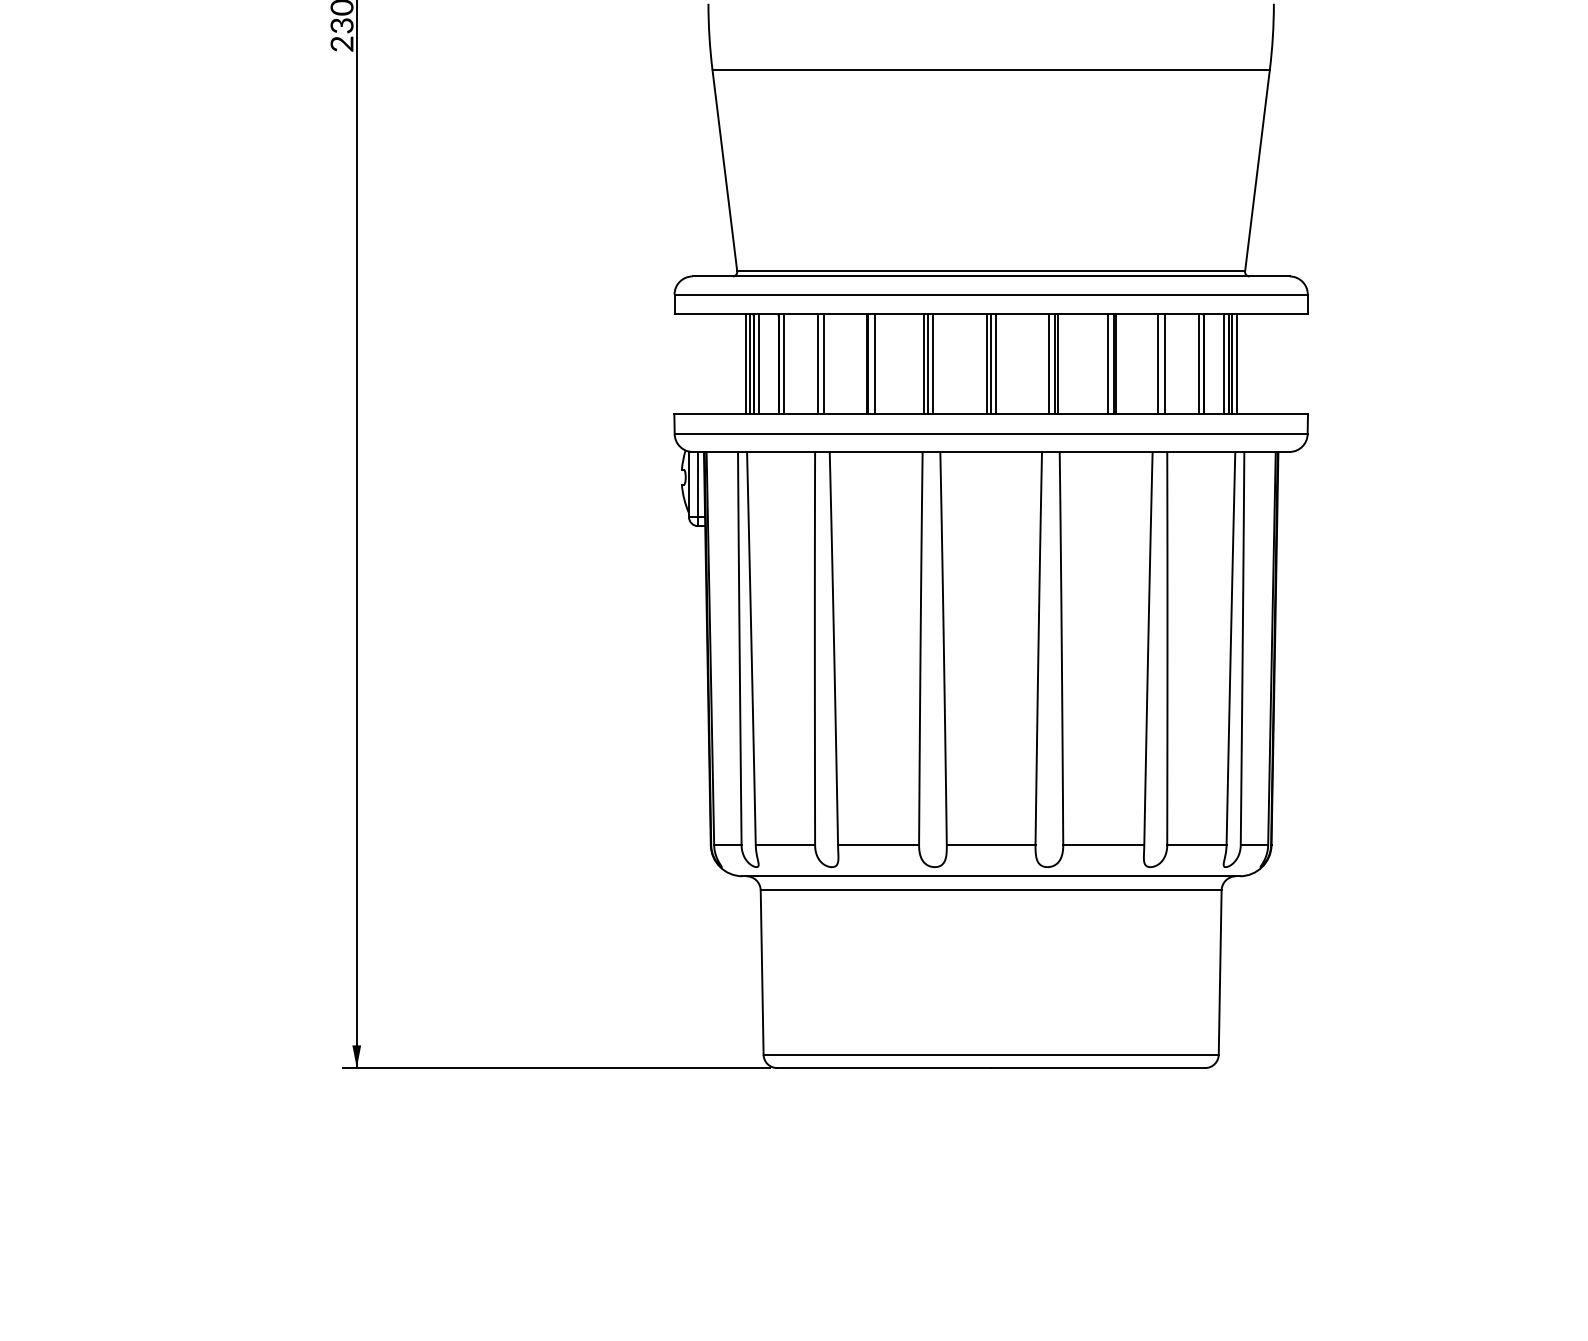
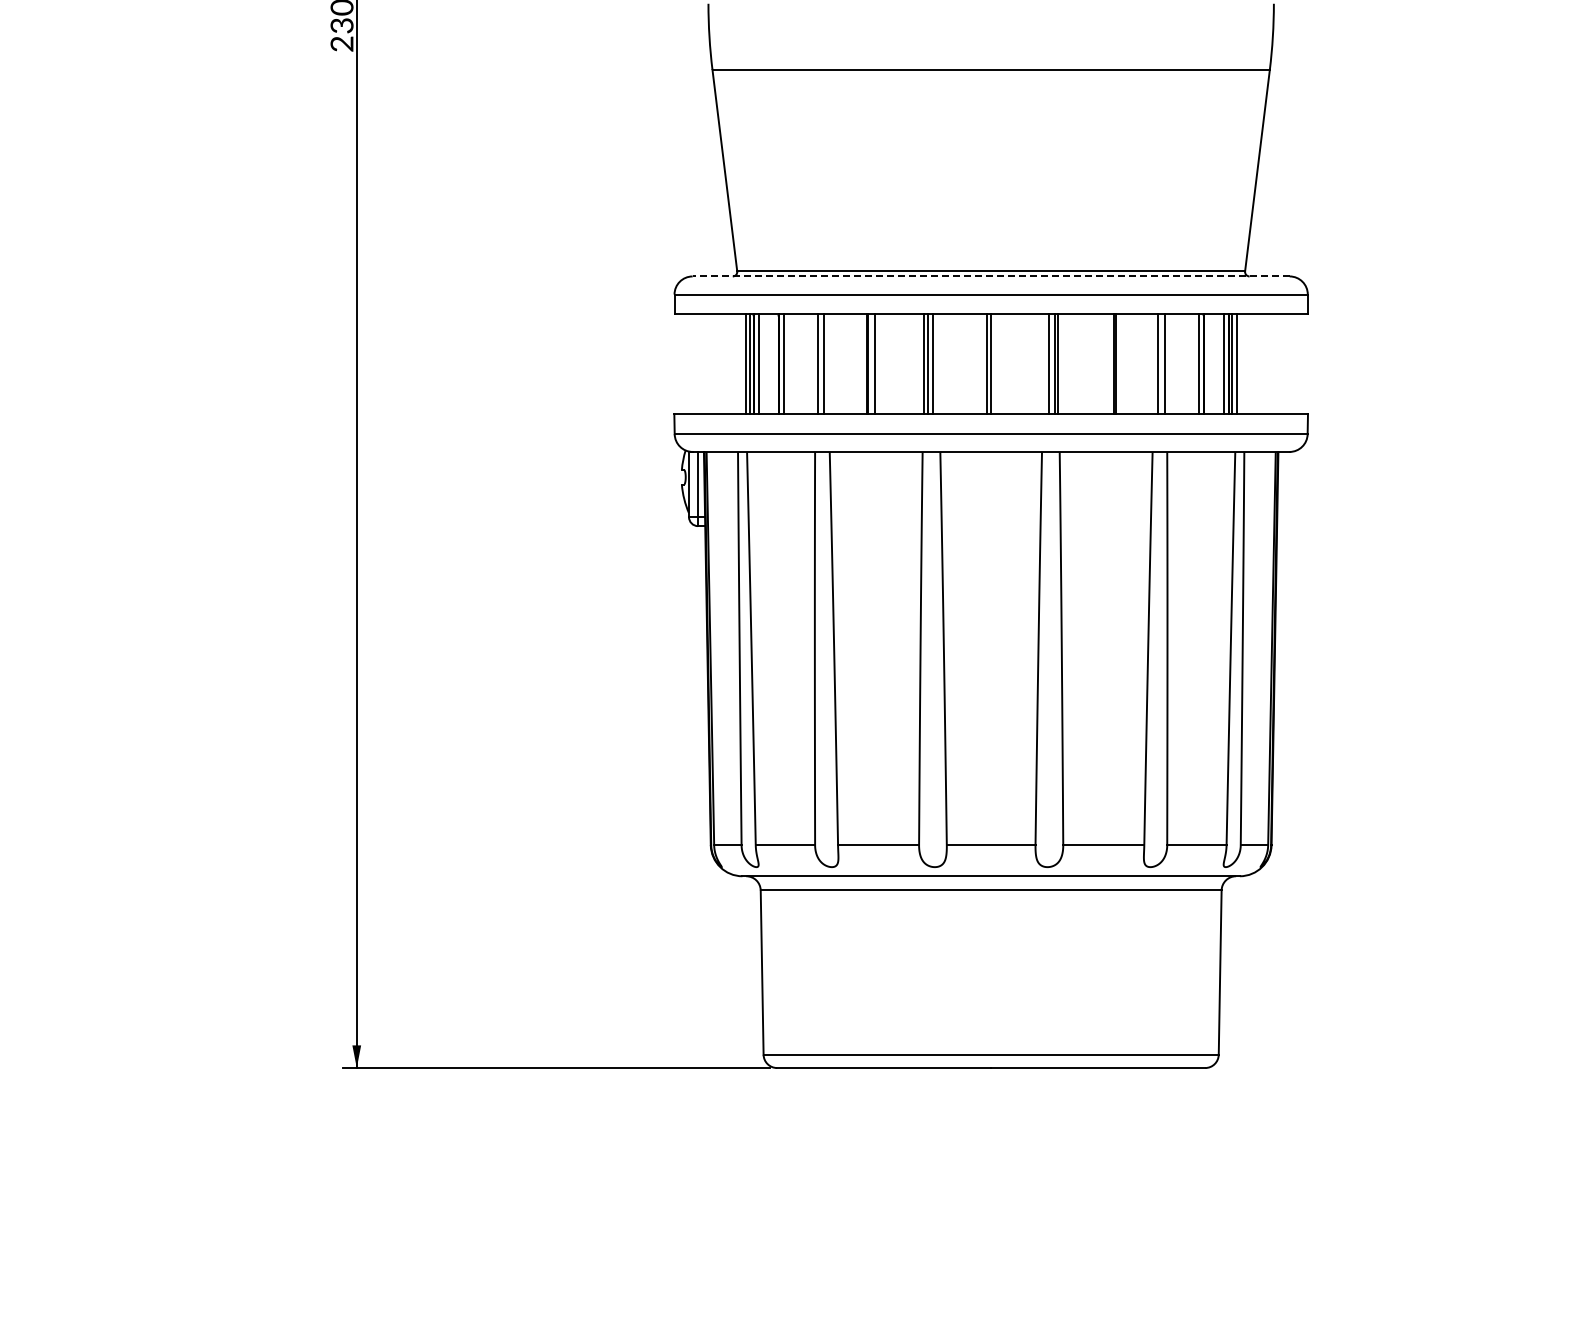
line at (991, 276): solid -> dashed
line at (995, 363): present -> none
line at (1107, 363): present -> none
